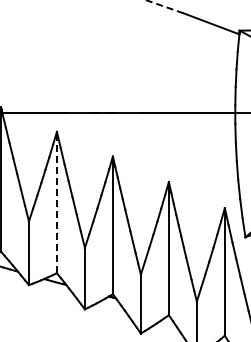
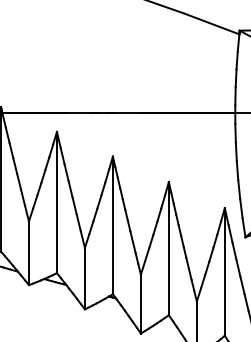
line at (165, 6): dashed -> solid
line at (56, 202): dashed -> solid
